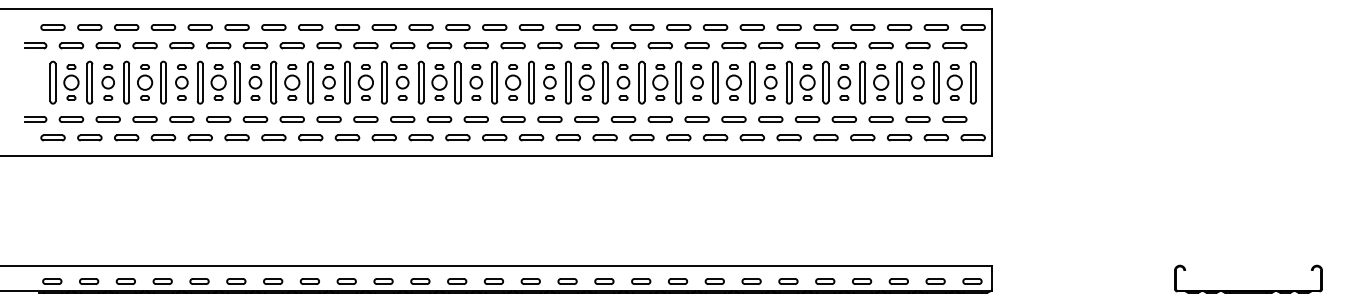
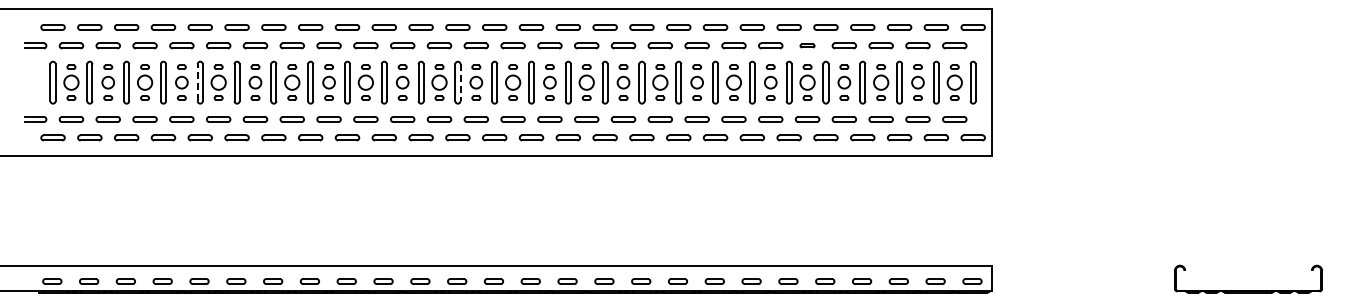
part at (807, 45) size: 27x8 px -> 17x6 px
line at (197, 82): solid -> dashed
line at (460, 83): solid -> dashed
